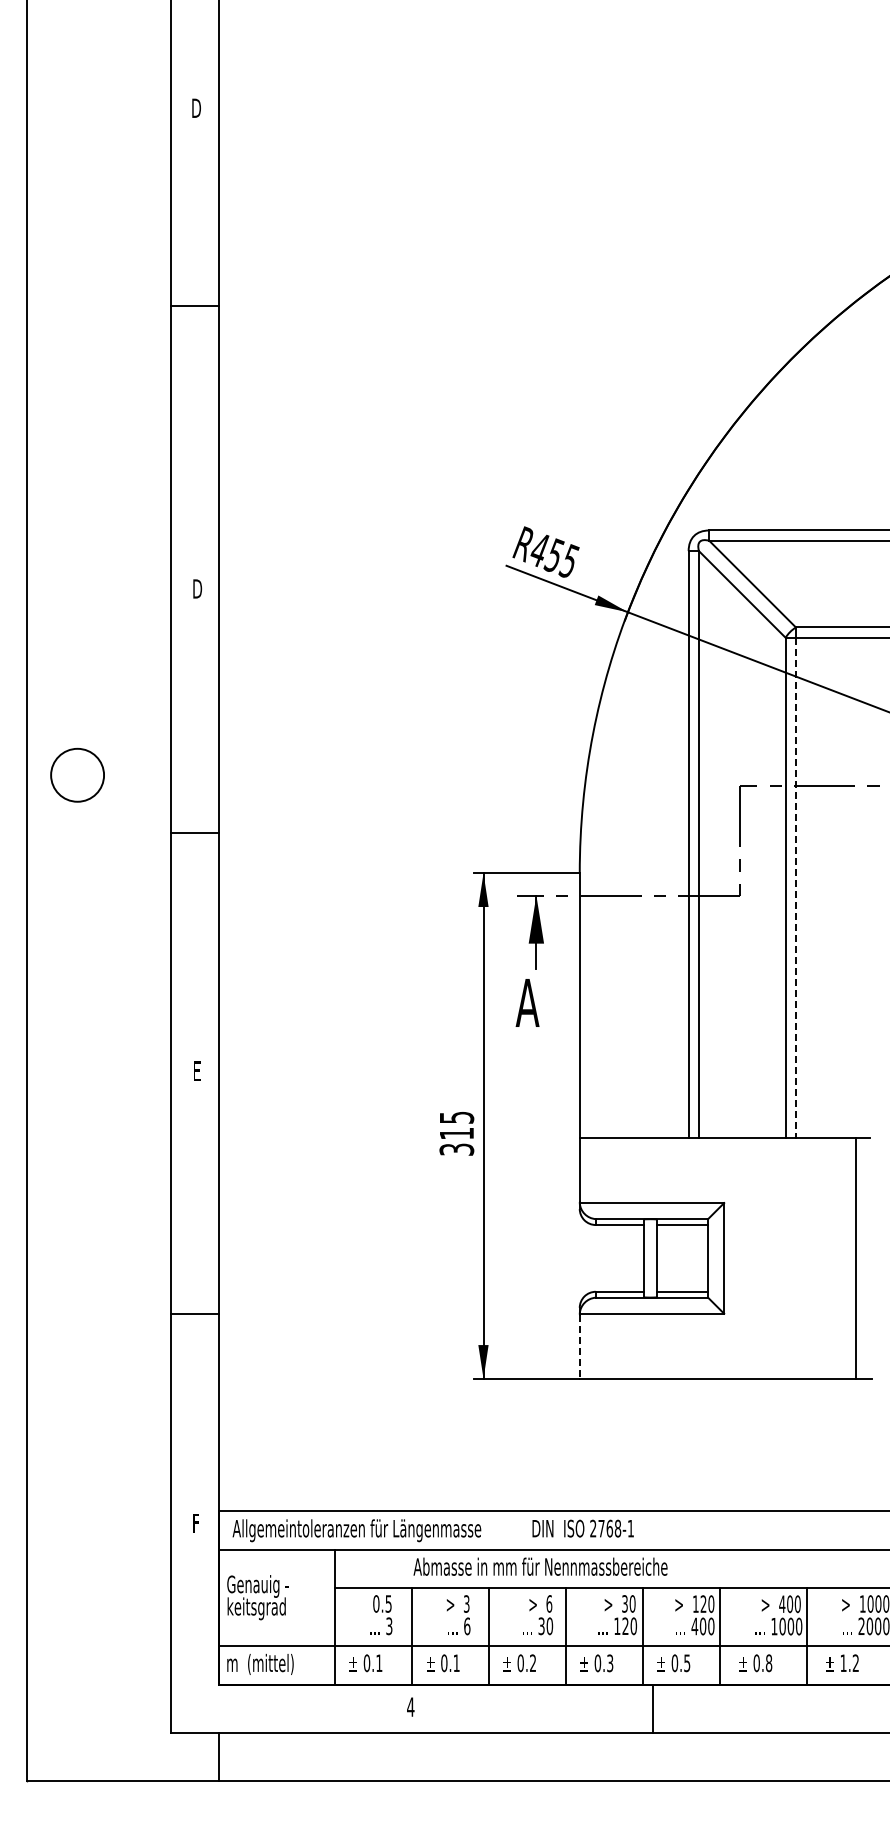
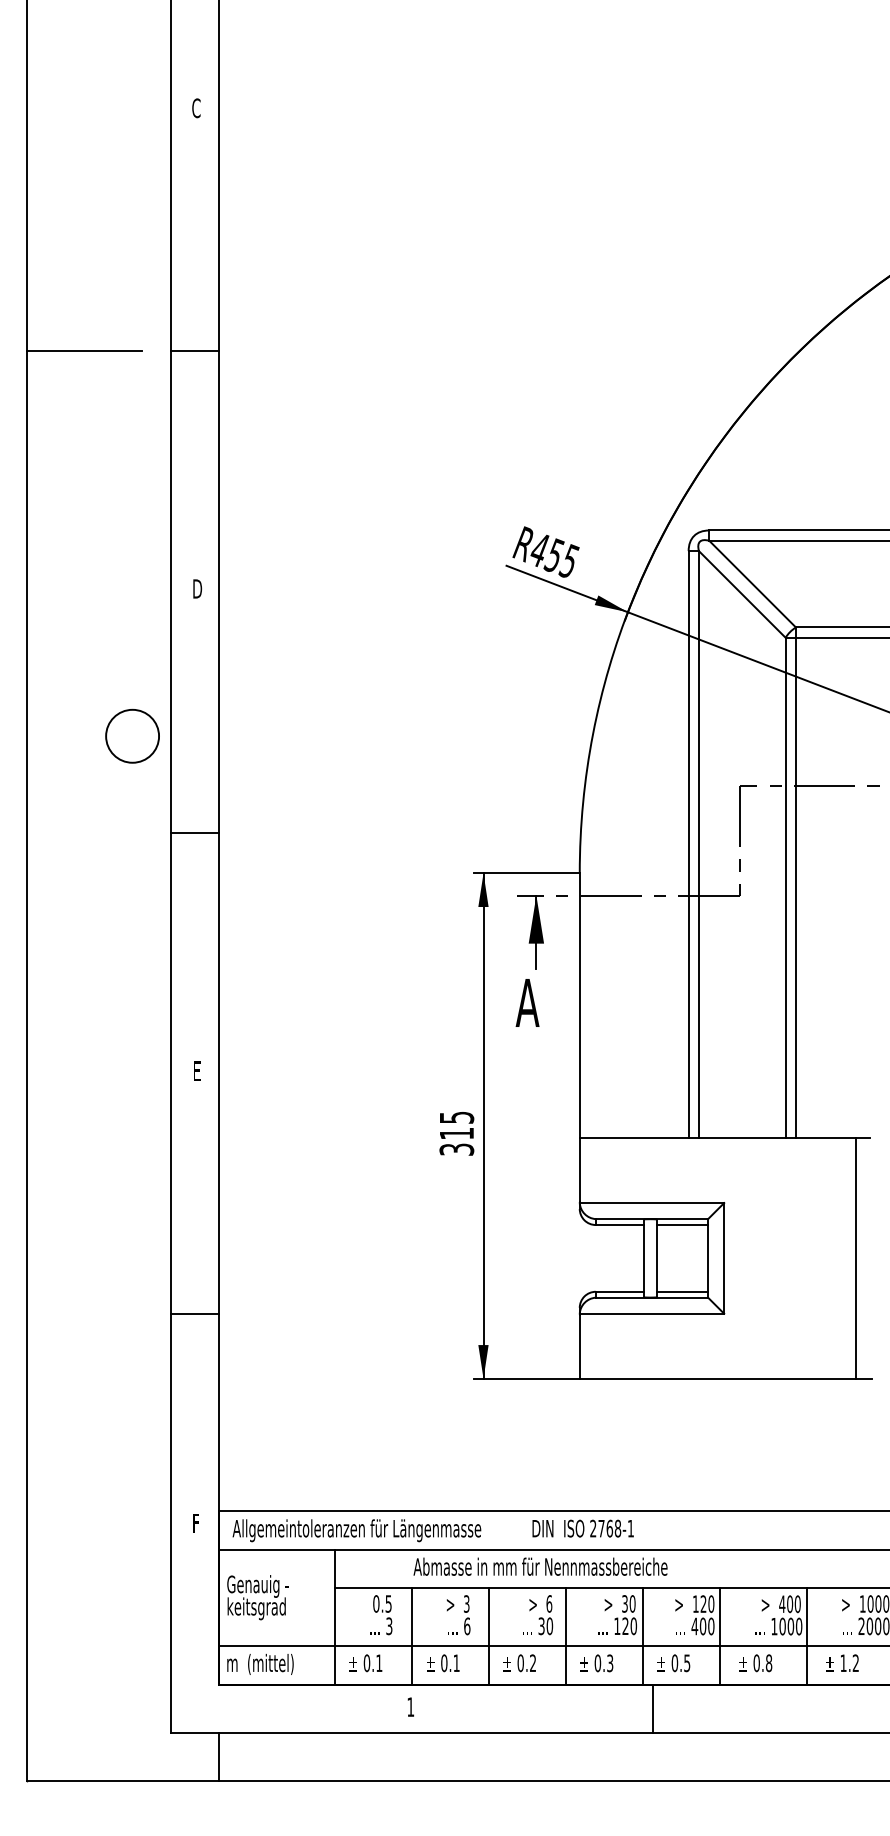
text at (196, 108): D -> C
line at (195, 306) position: (195, 306) -> (195, 351)
line at (84, 351): none -> present
circle at (77, 774) position: (77, 774) -> (132, 735)
line at (795, 888): dashed -> solid
line at (579, 1347): dashed -> solid
text at (410, 1706): 4 -> 1
